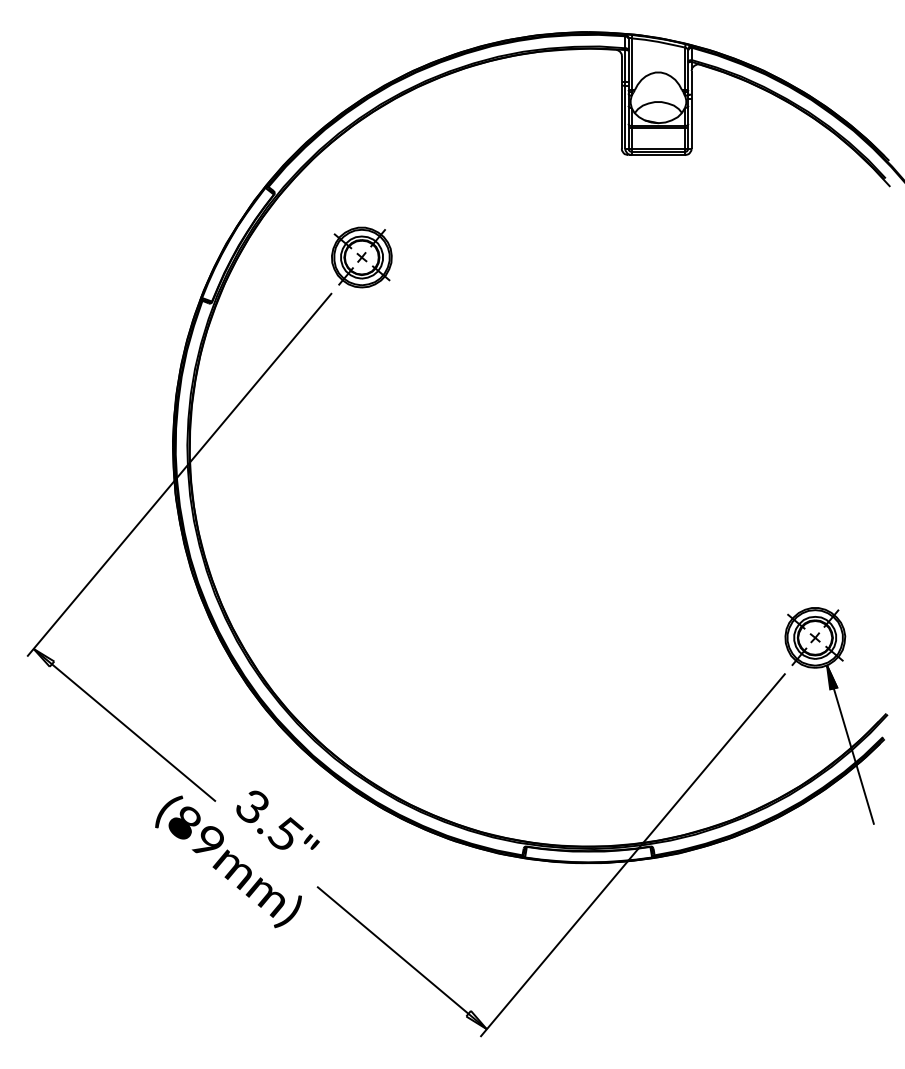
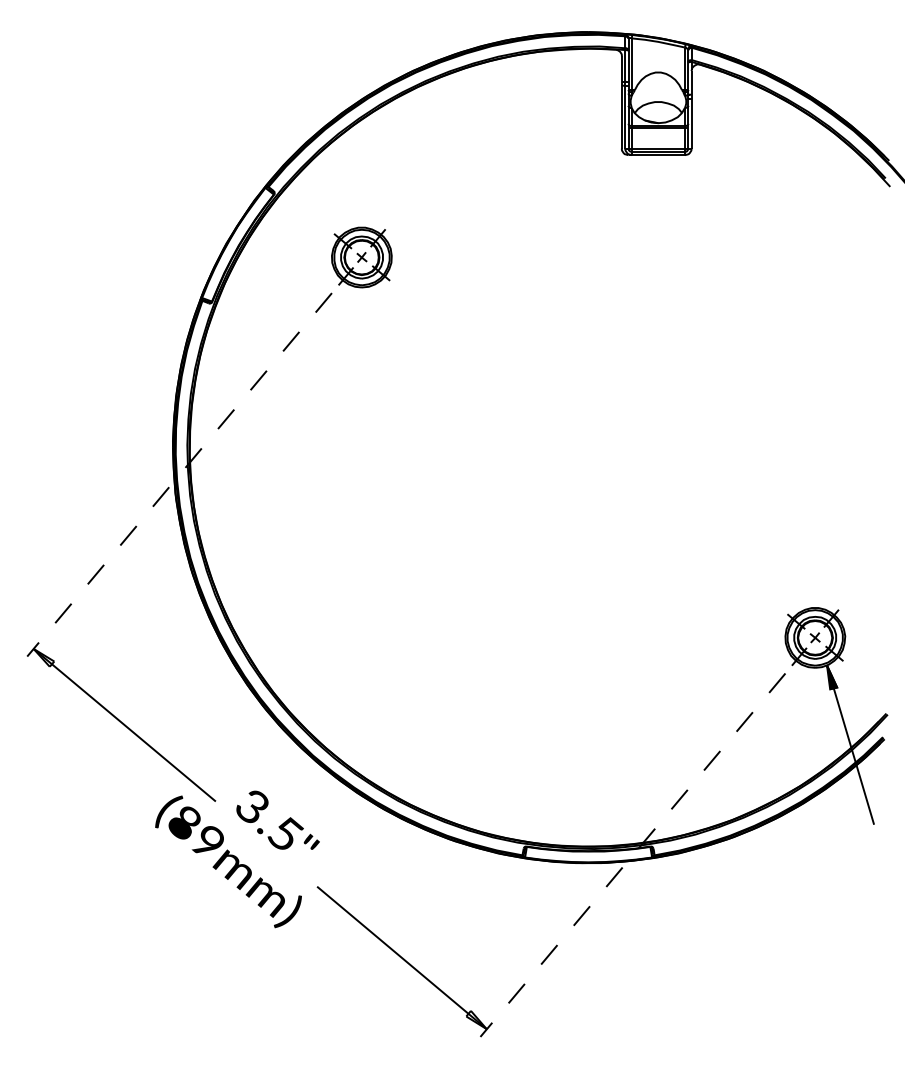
line at (179, 475): solid -> dashed
line at (632, 855): solid -> dashed
